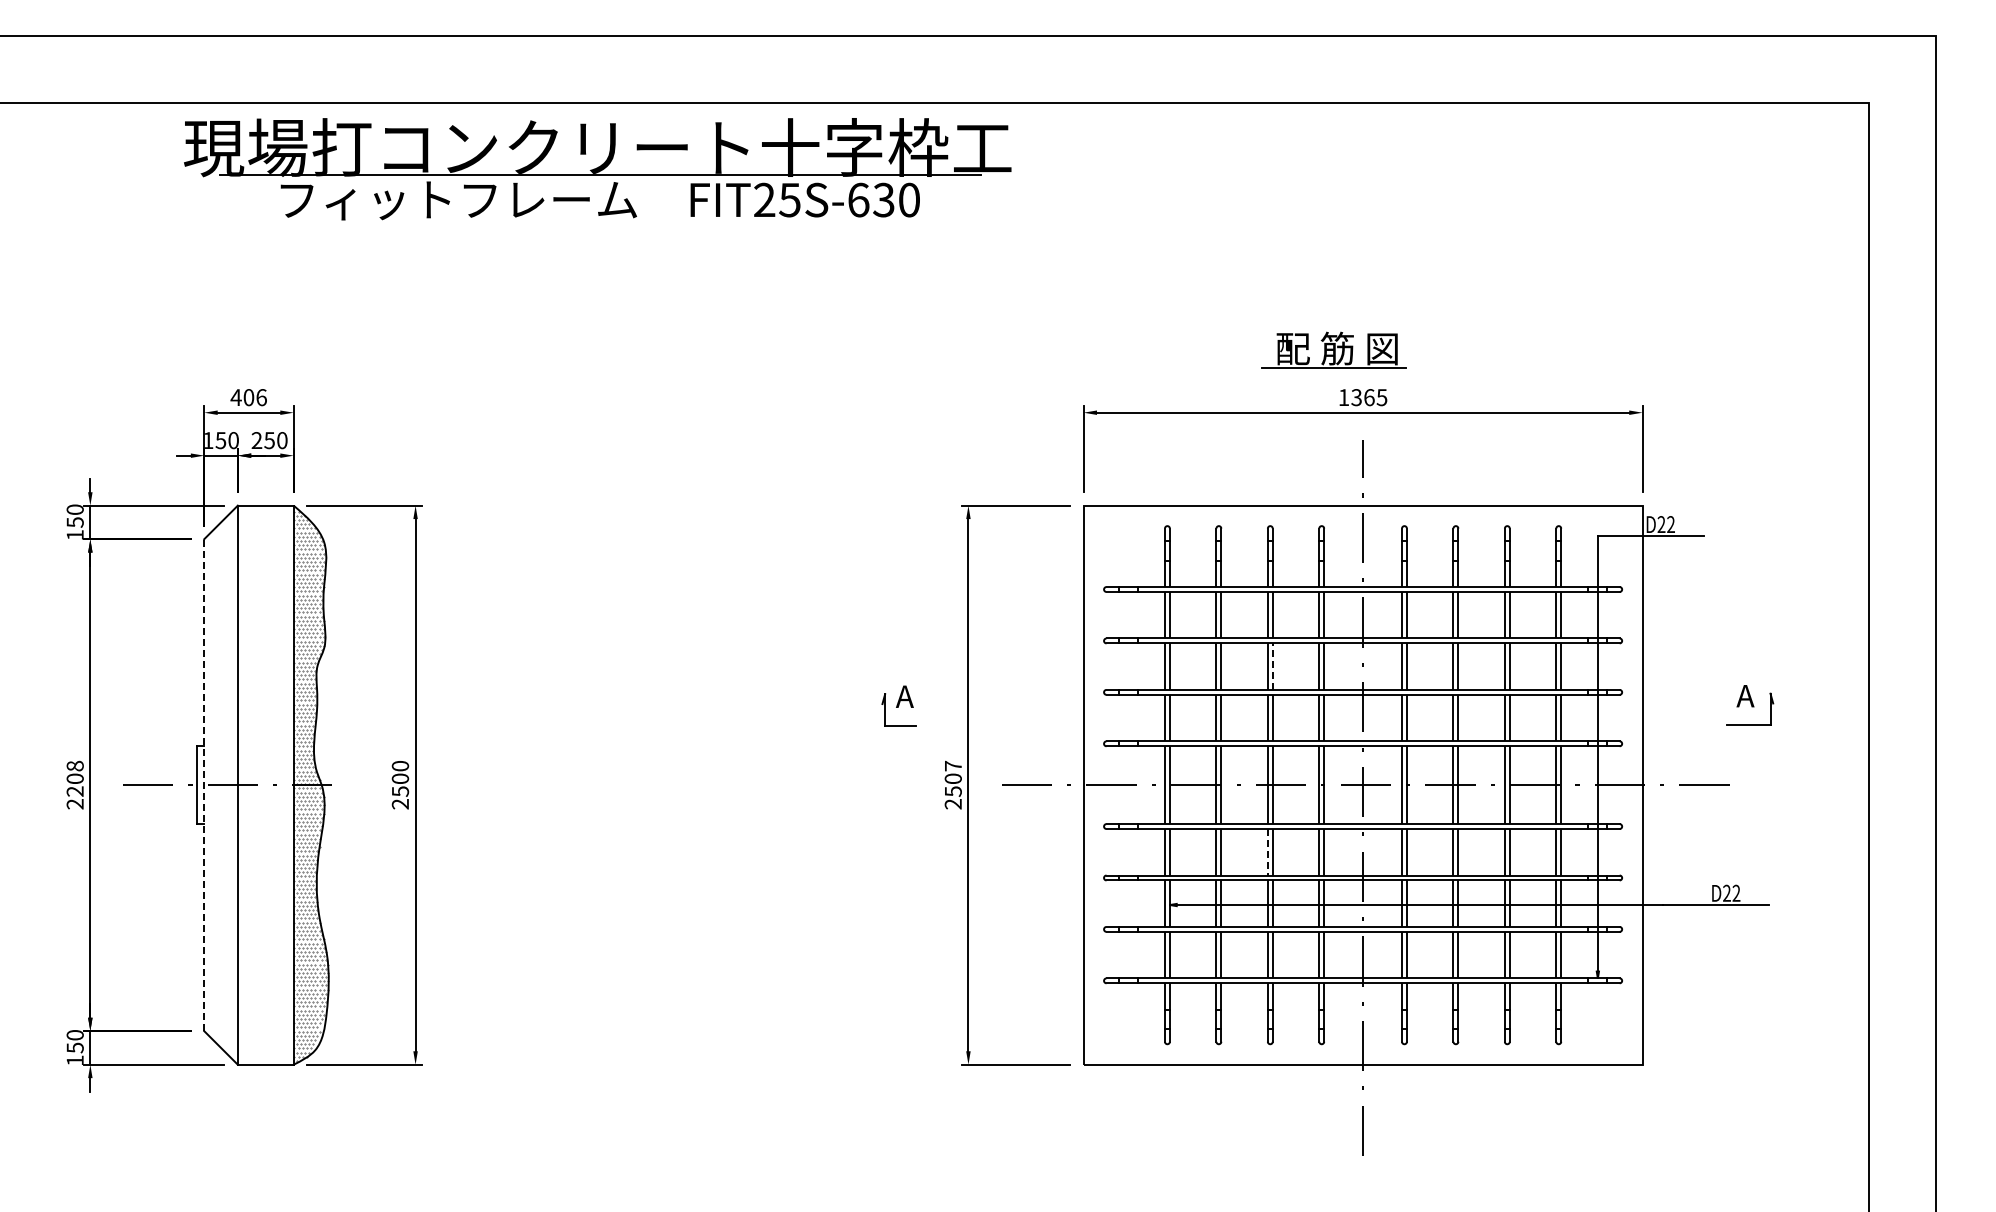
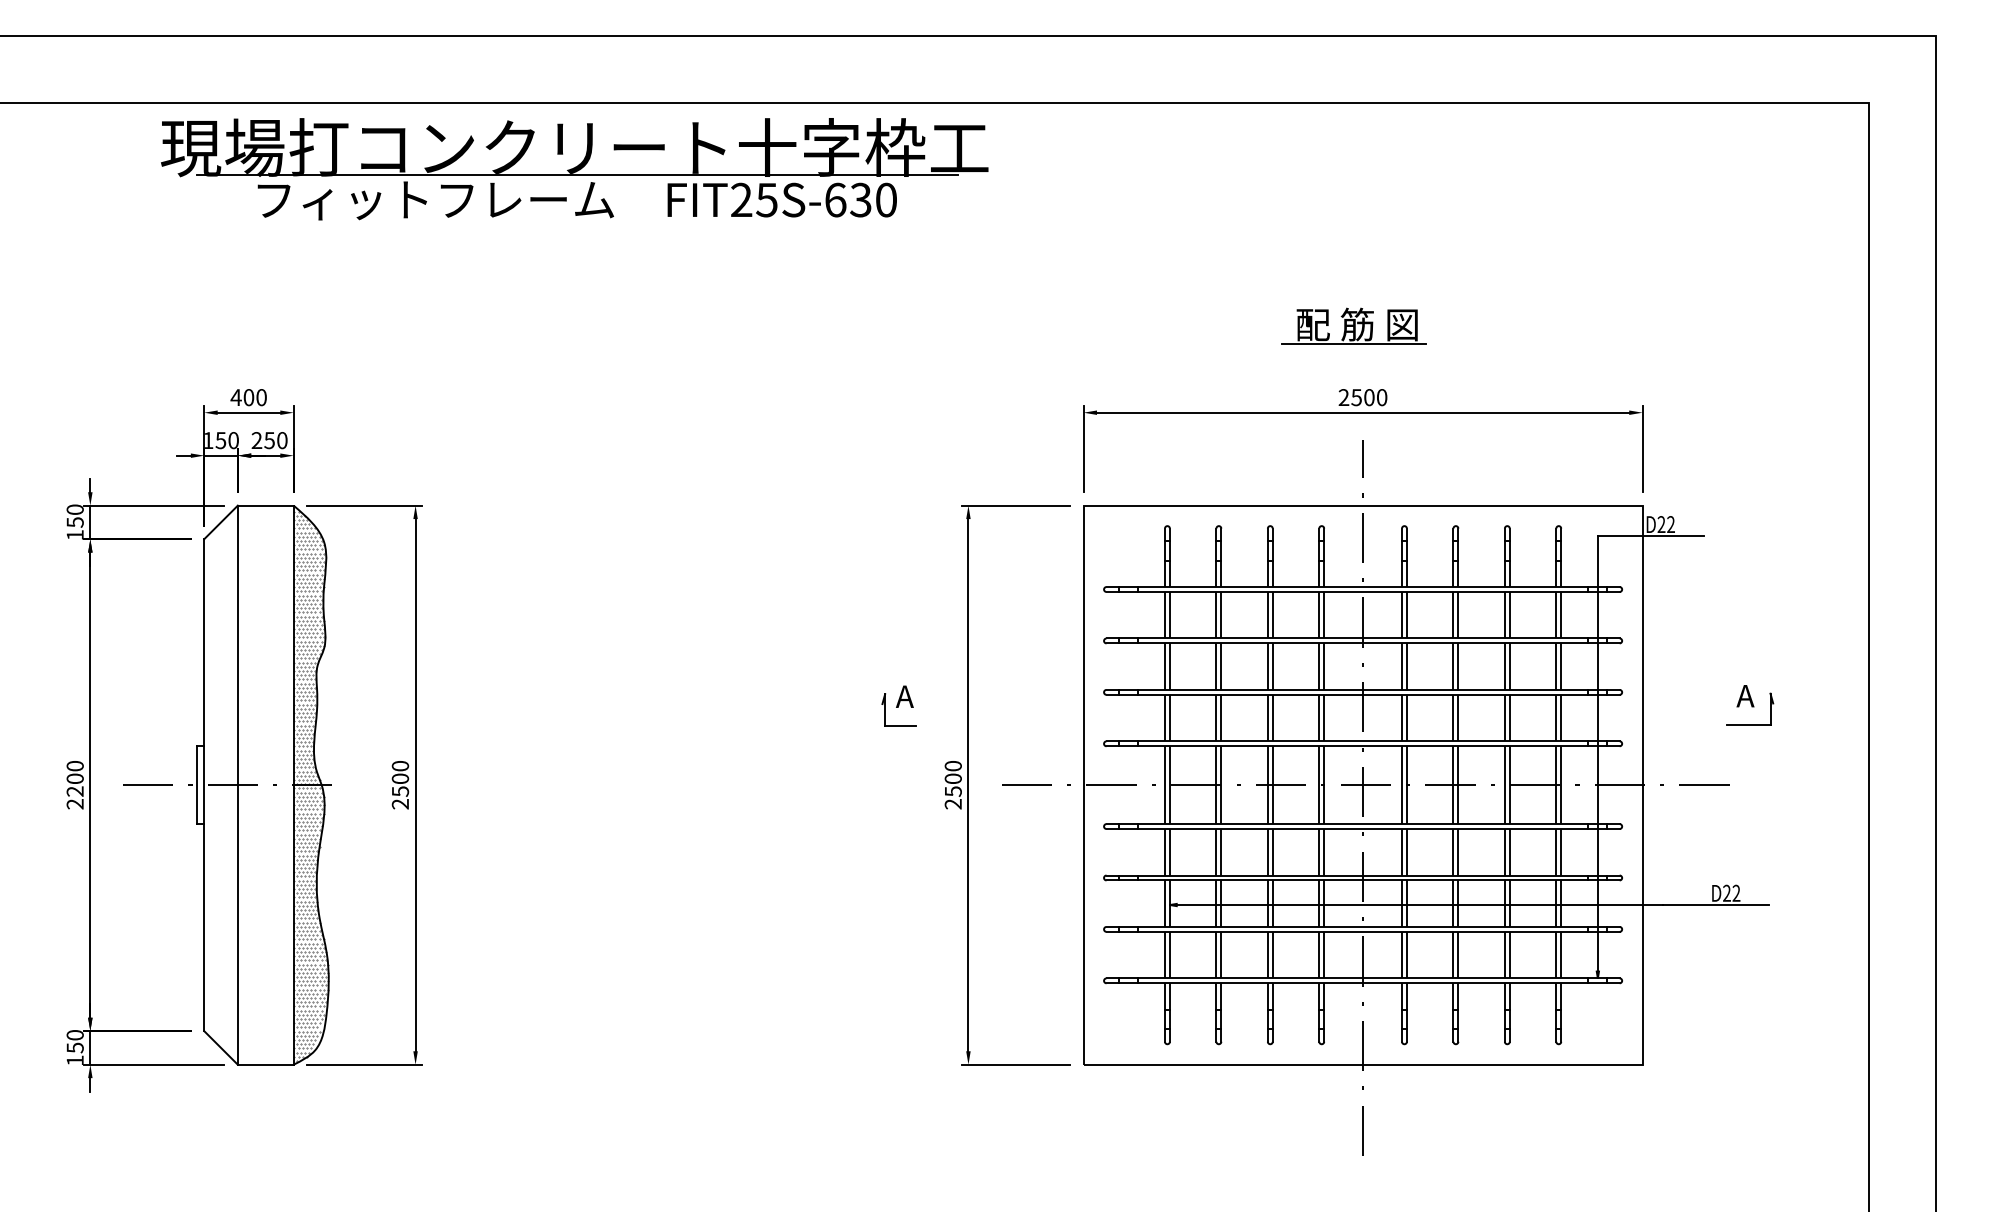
part at (597, 169) position: (597, 169) -> (574, 169)
part at (1333, 349) position: (1333, 349) -> (1353, 325)
text at (261, 397): 406 -> 400
text at (1362, 397): 1365 -> 2500
line at (1272, 666): dashed -> solid
text at (75, 765): 2208 -> 2200
text at (952, 765): 2507 -> 2500
line at (204, 785): dashed -> solid
line at (1267, 852): dashed -> solid
